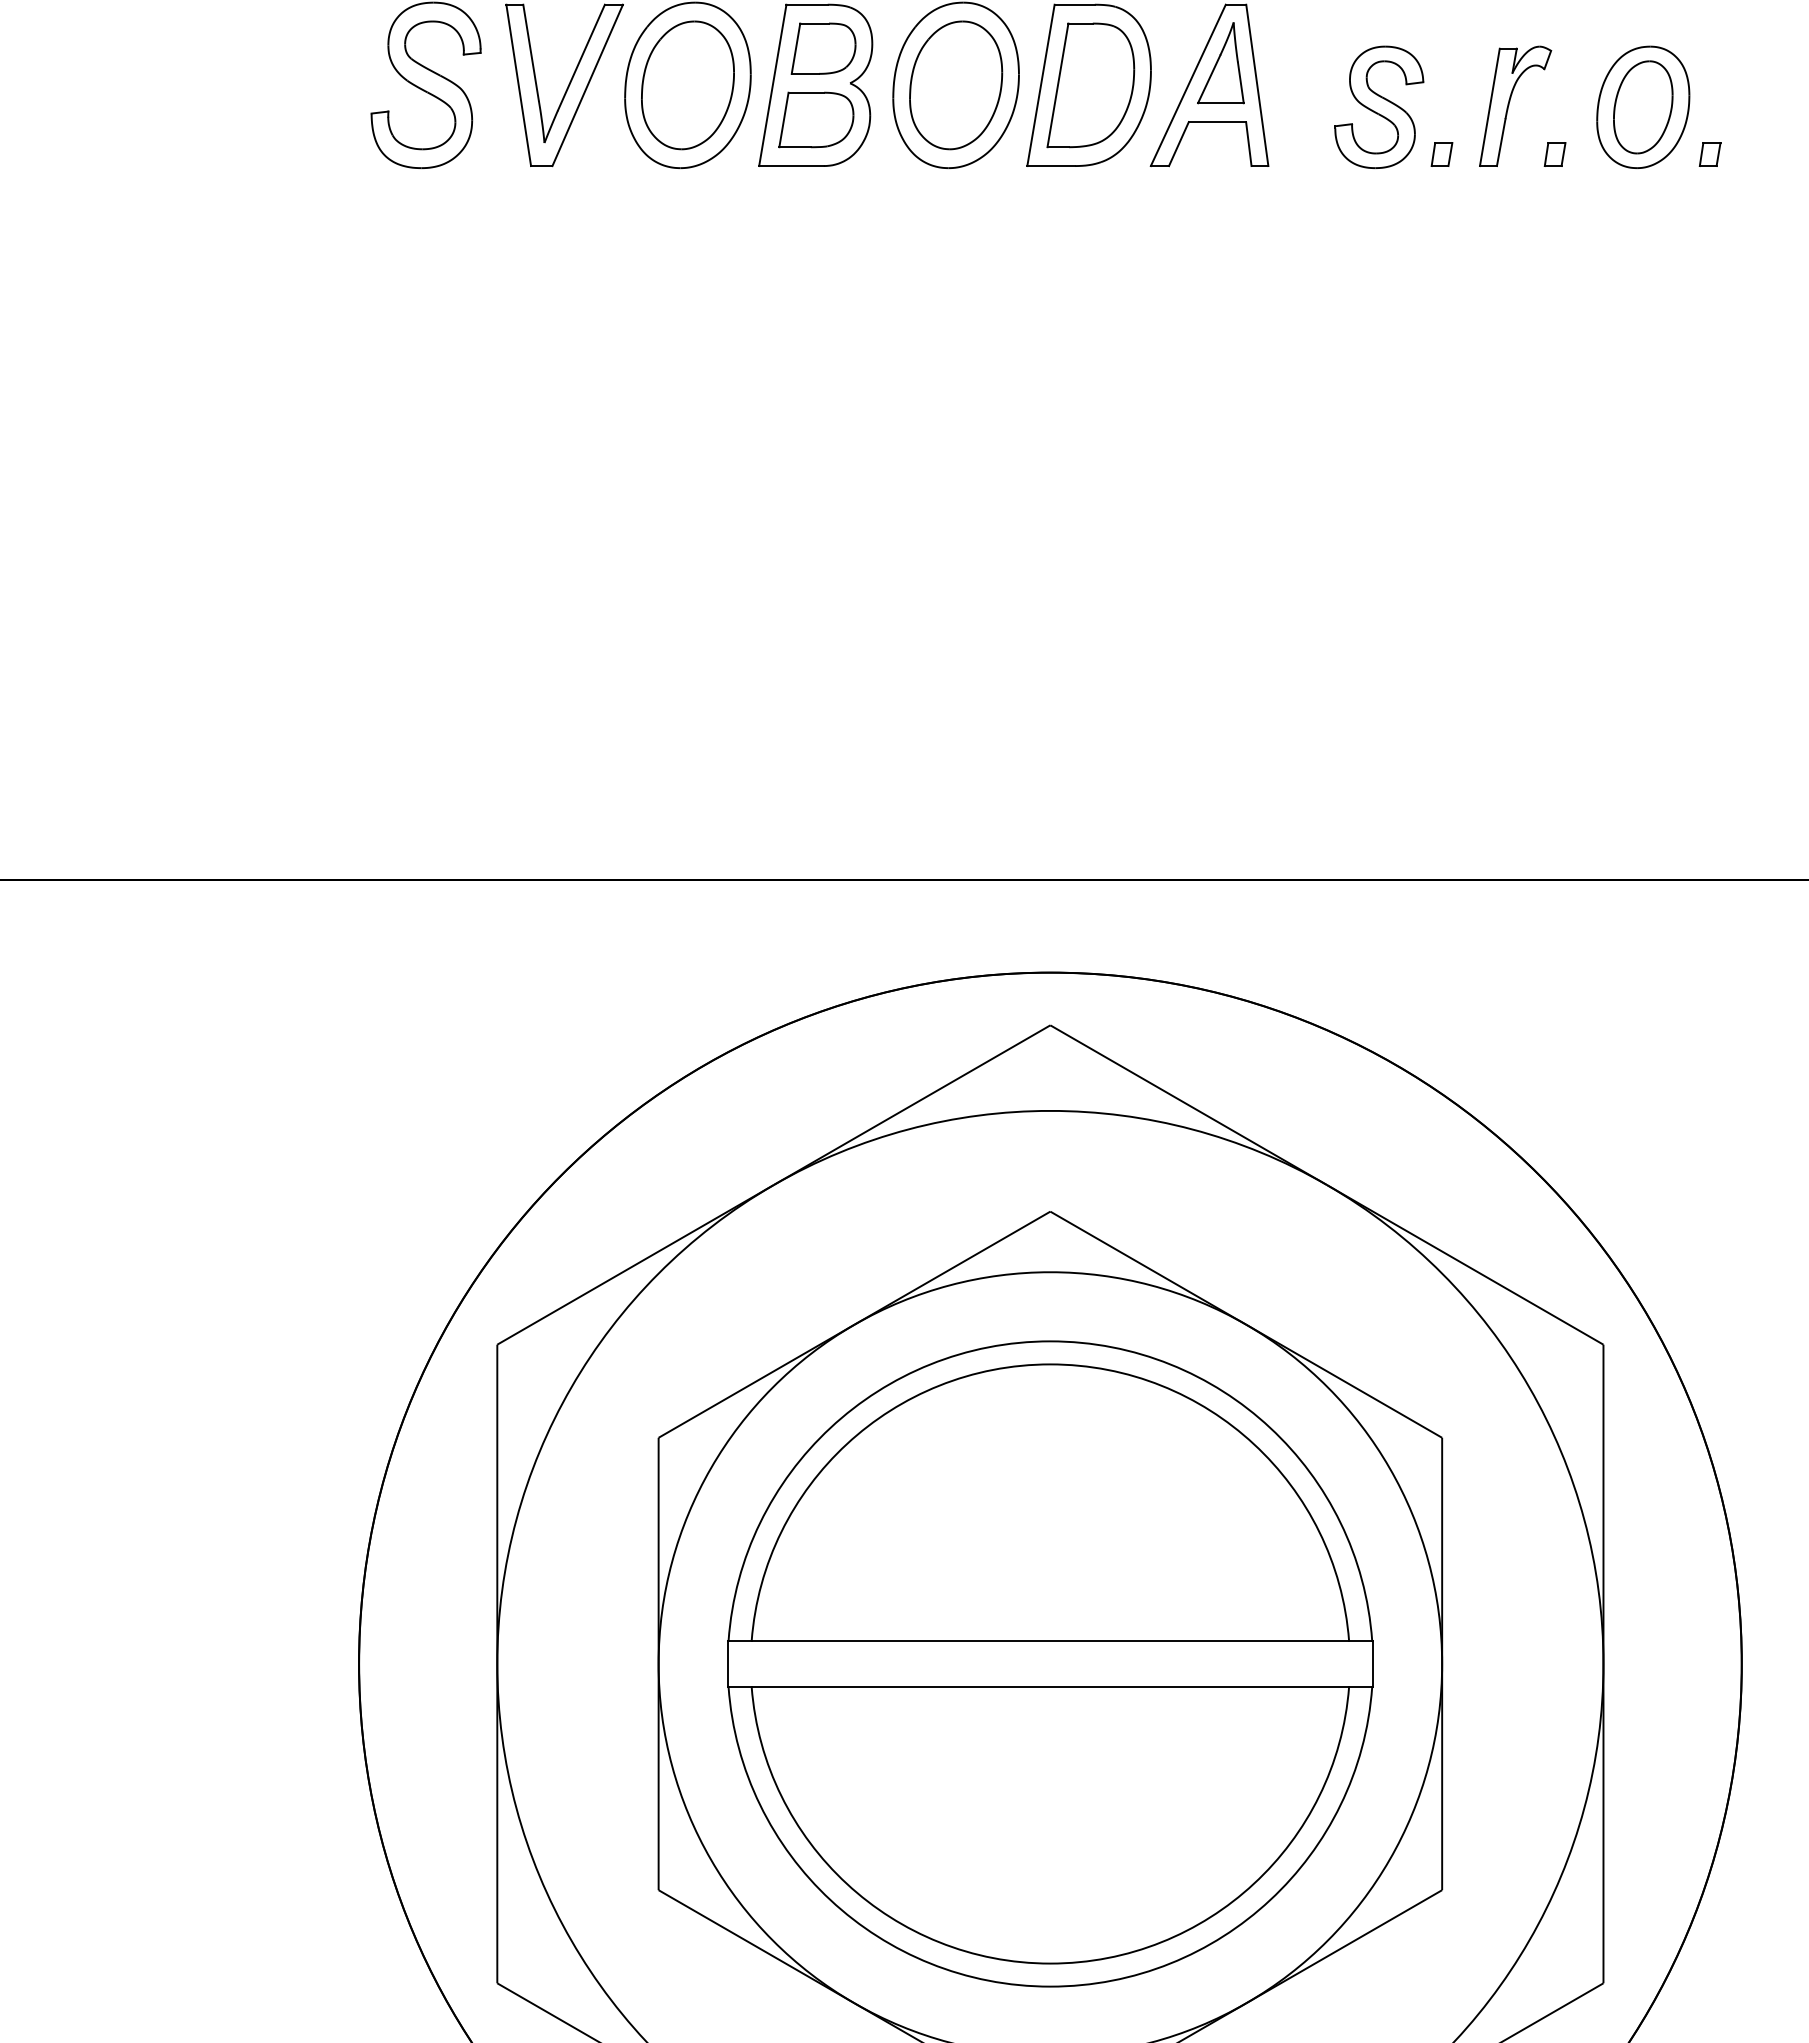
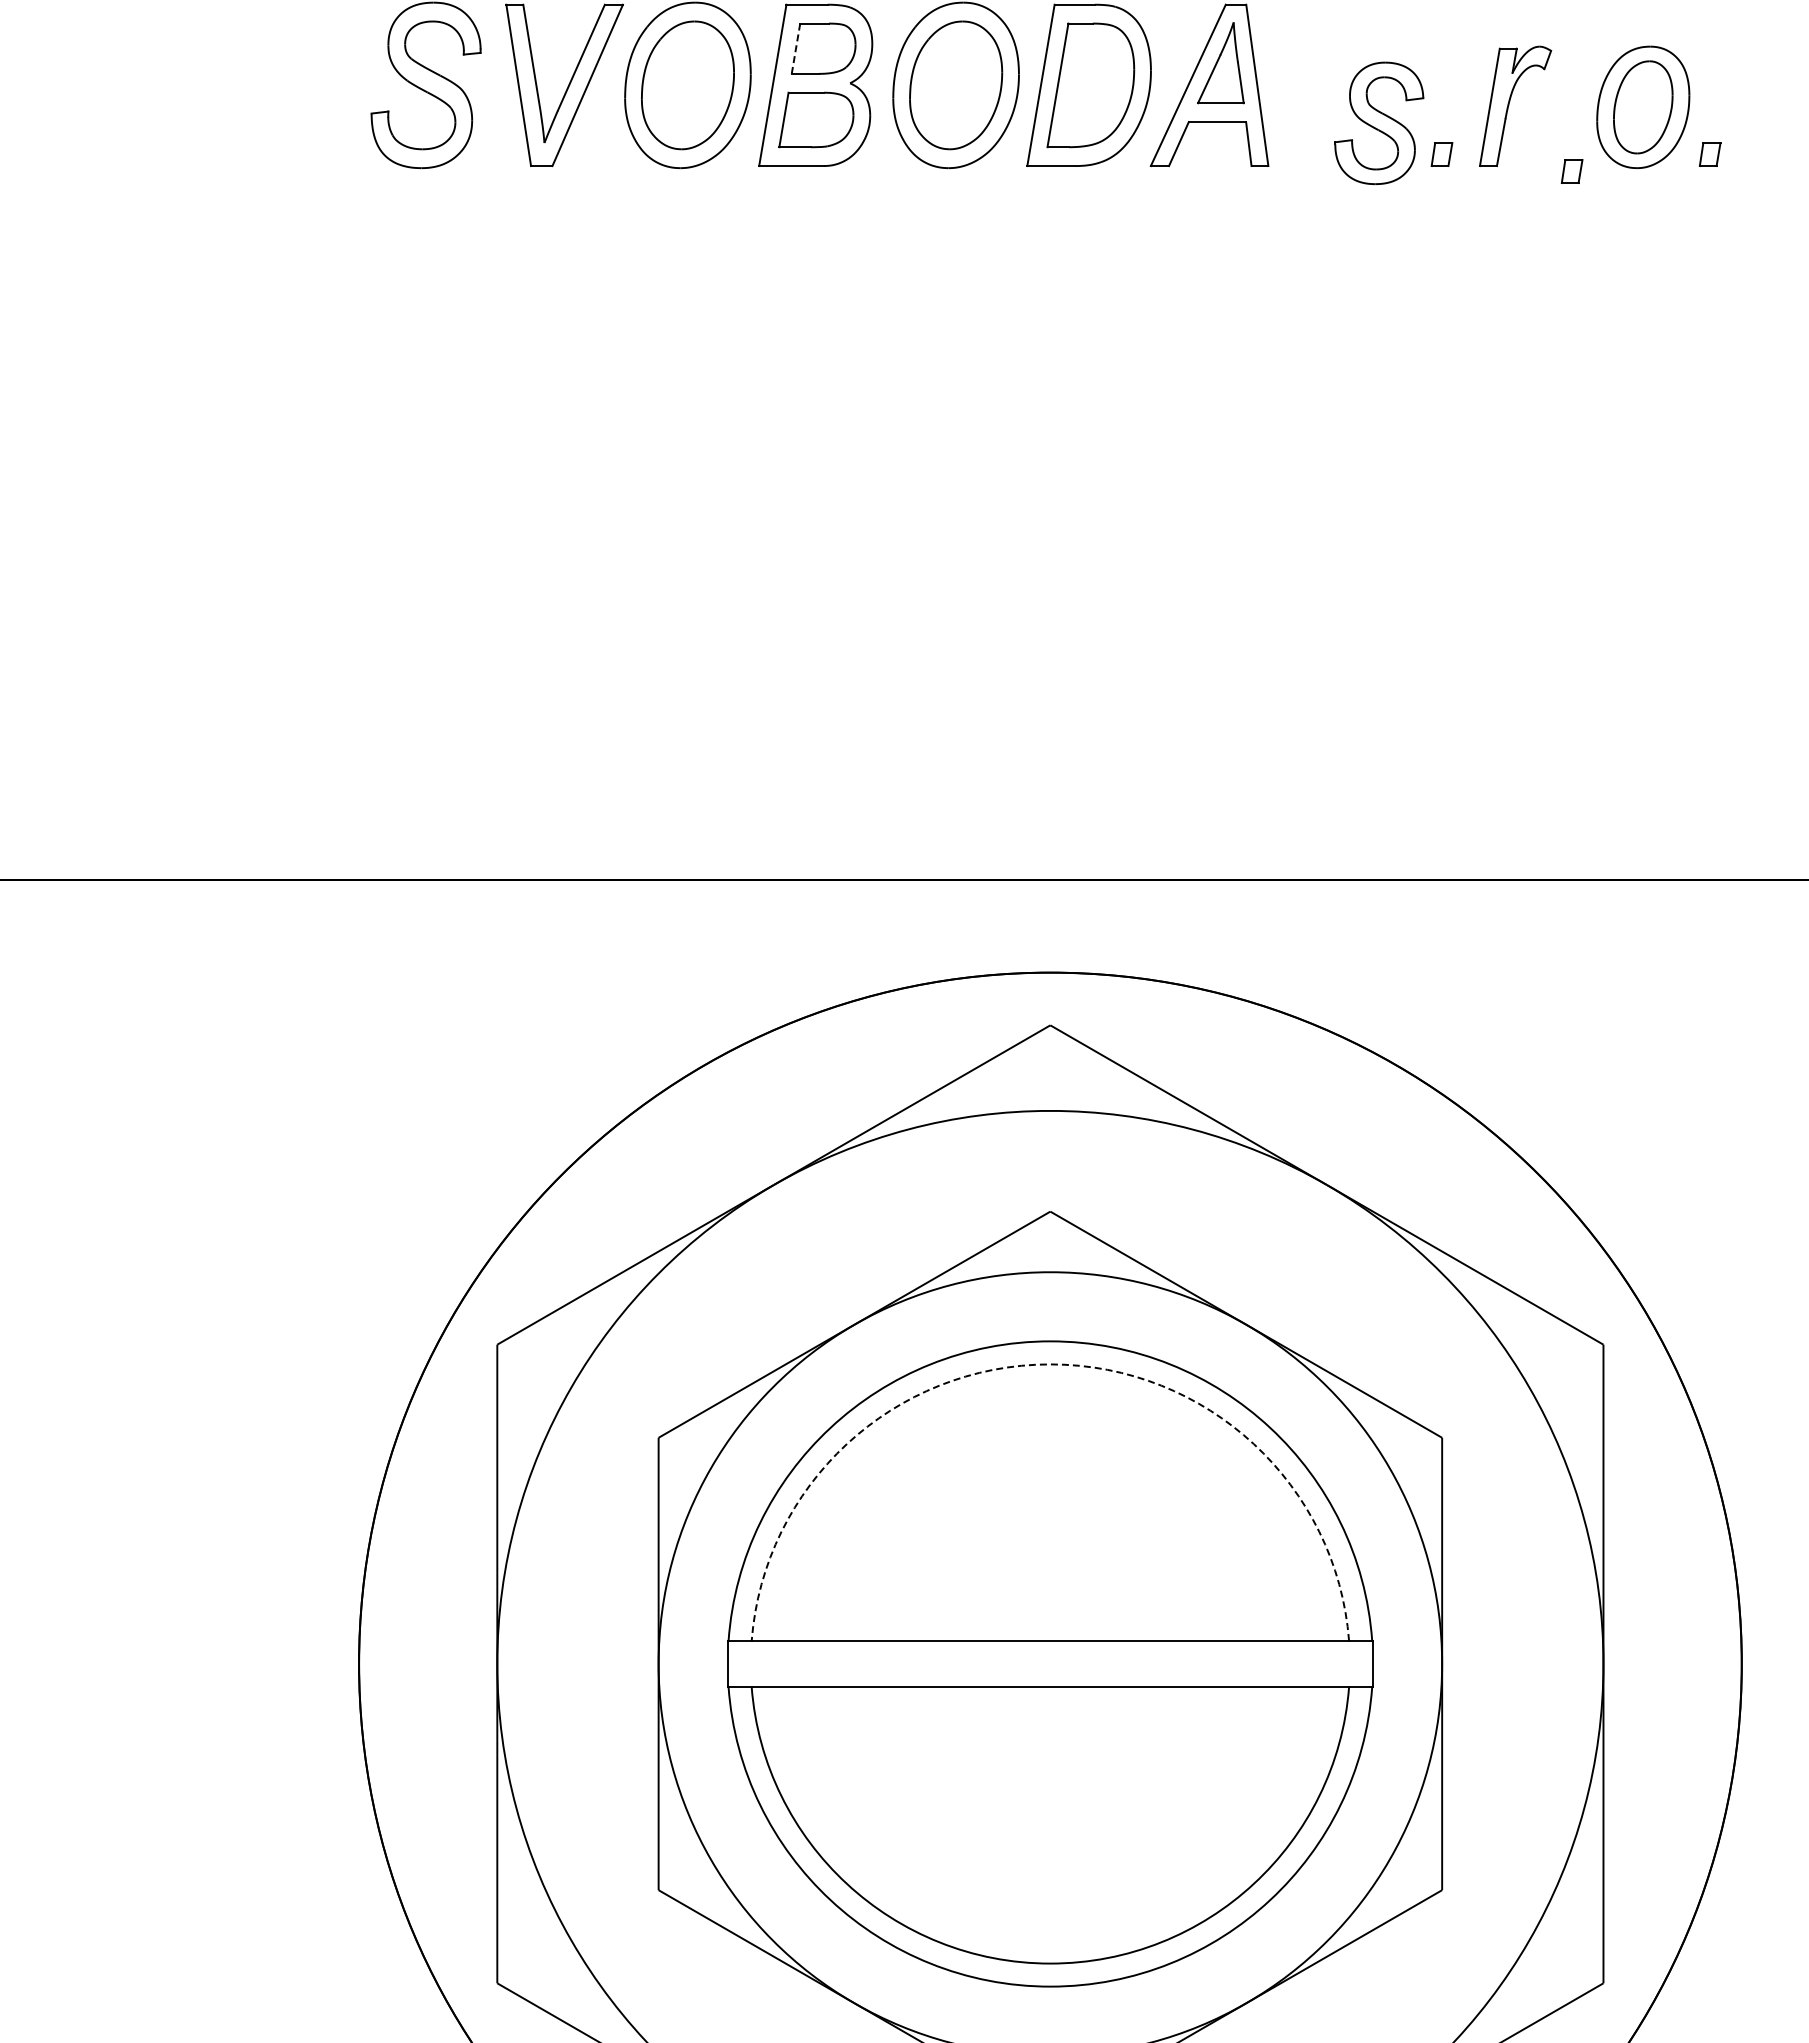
line at (795, 49): solid -> dashed
part at (1379, 106) position: (1379, 106) -> (1379, 122)
part at (1554, 154) position: (1554, 154) -> (1571, 171)
arc at (1050, 1364): solid -> dashed
